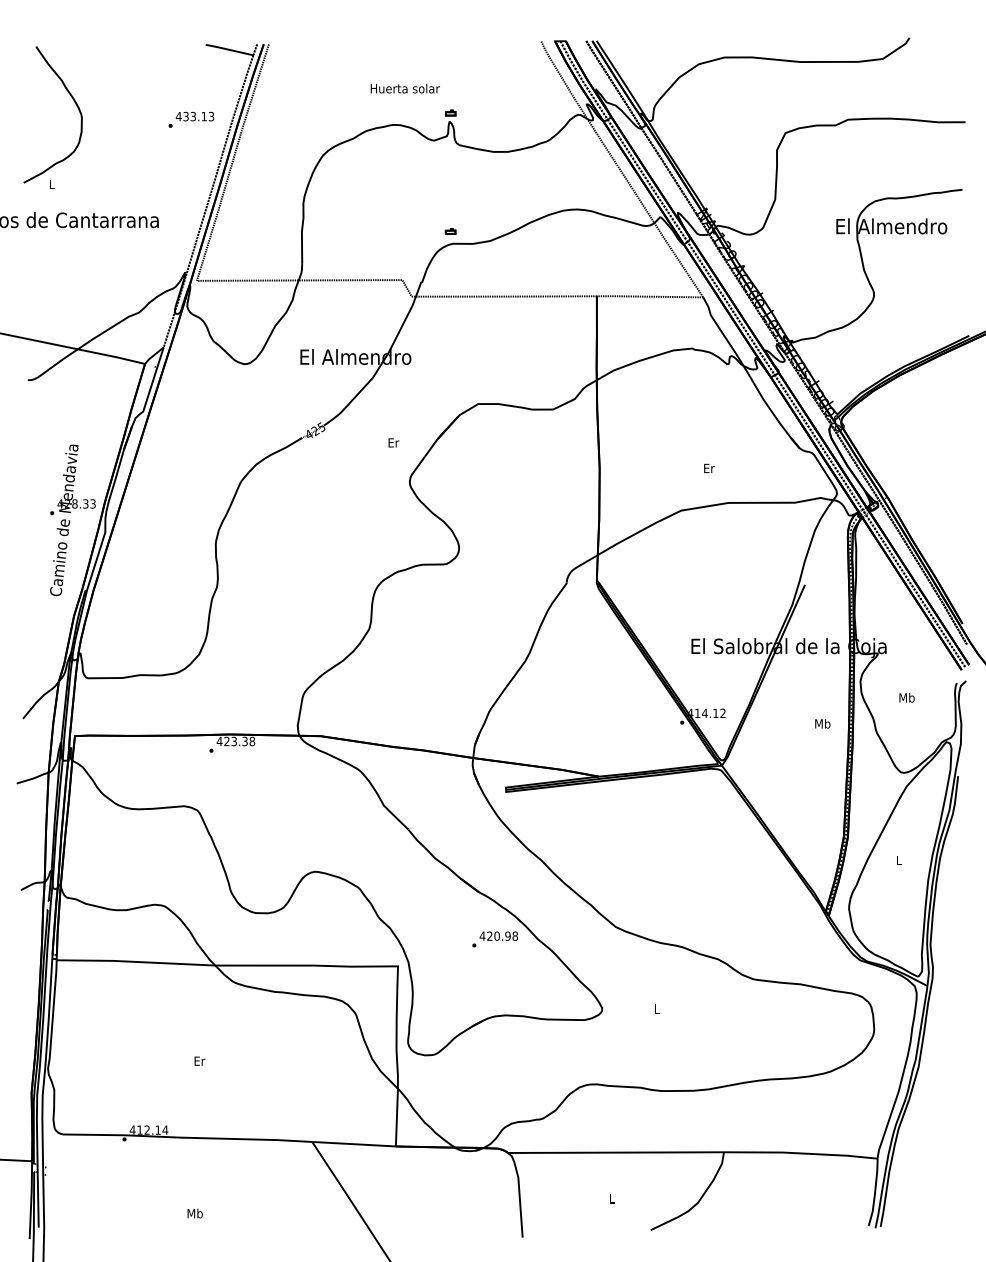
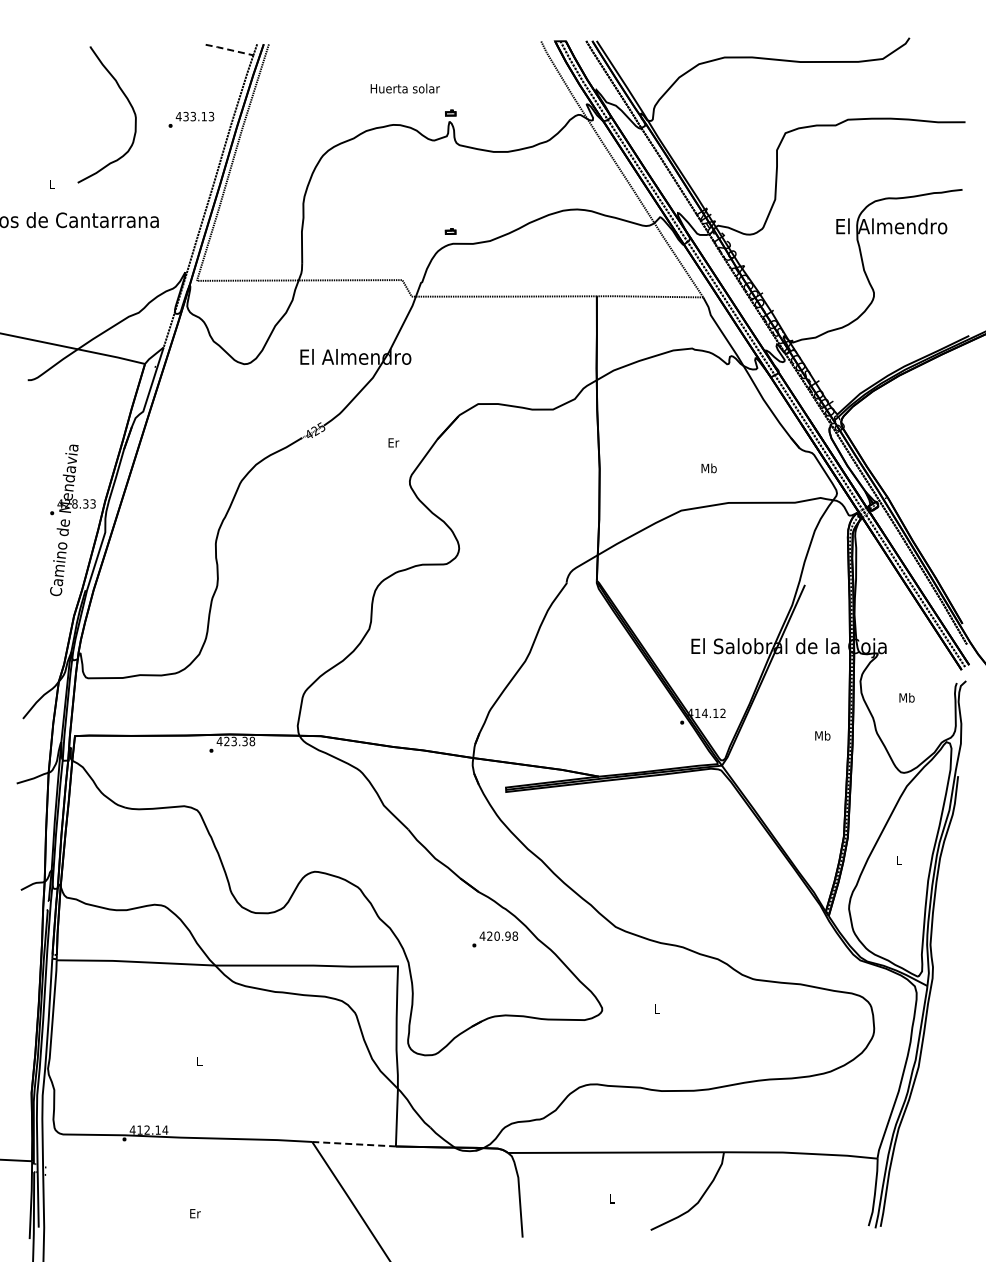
line at (229, 49): solid -> dashed
curve at (72, 99) position: (72, 99) -> (126, 99)
text at (708, 468): Er -> Mb
text at (822, 723) position: (822, 723) -> (822, 735)
text at (199, 1060): Er -> L
line at (354, 1144): solid -> dashed
text at (194, 1213): Mb -> Er
